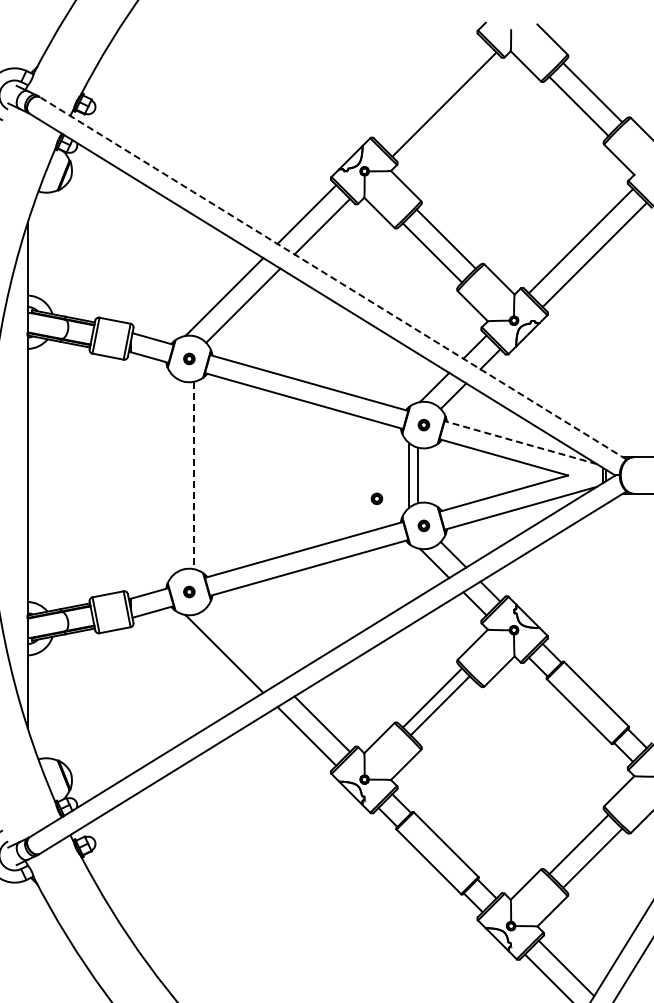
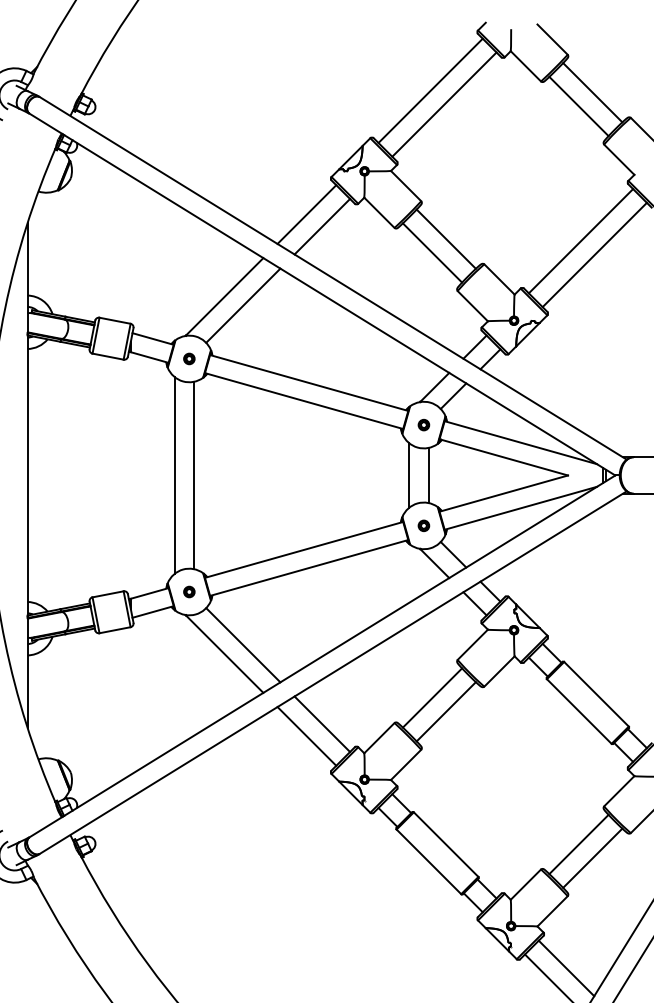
line at (430, 90): none -> present
line at (333, 278): dashed -> solid
line at (520, 442): dashed -> solid
line at (174, 475): none -> present
line at (194, 475): dashed -> solid
line at (417, 475) position: (417, 475) -> (428, 475)
part at (376, 498): present -> none
line at (243, 645): none -> present
line at (439, 705) position: (439, 705) -> (445, 711)
